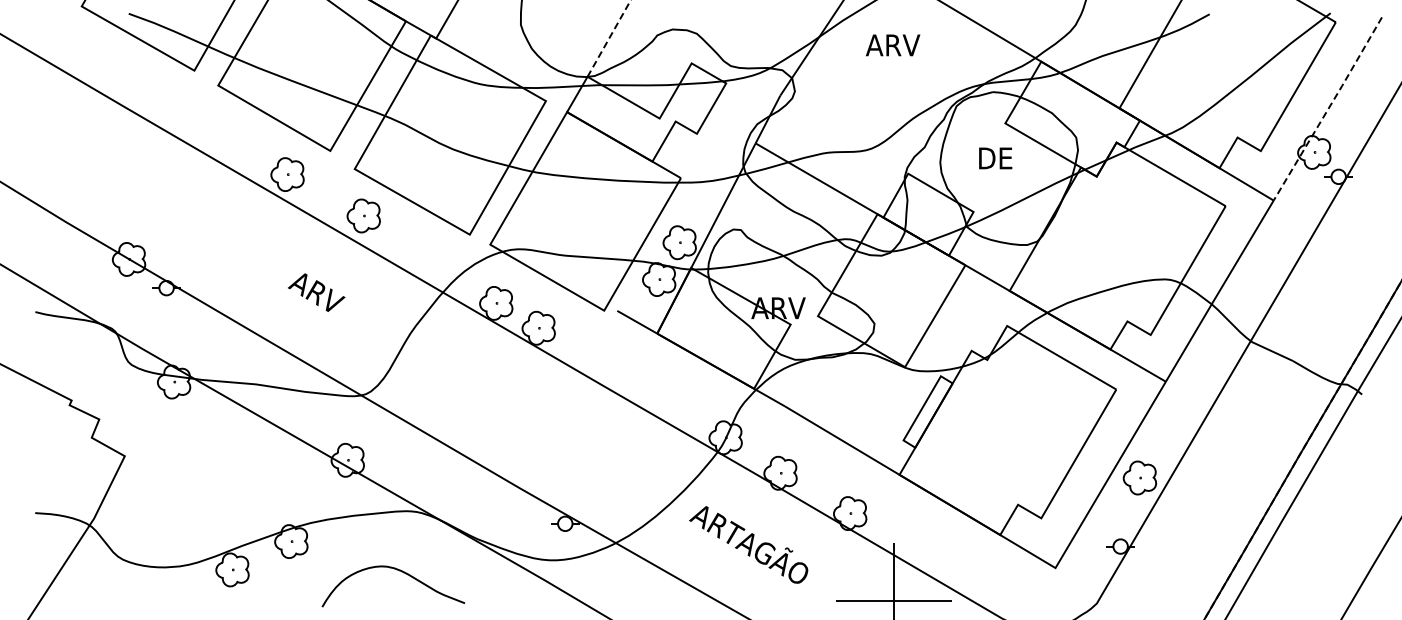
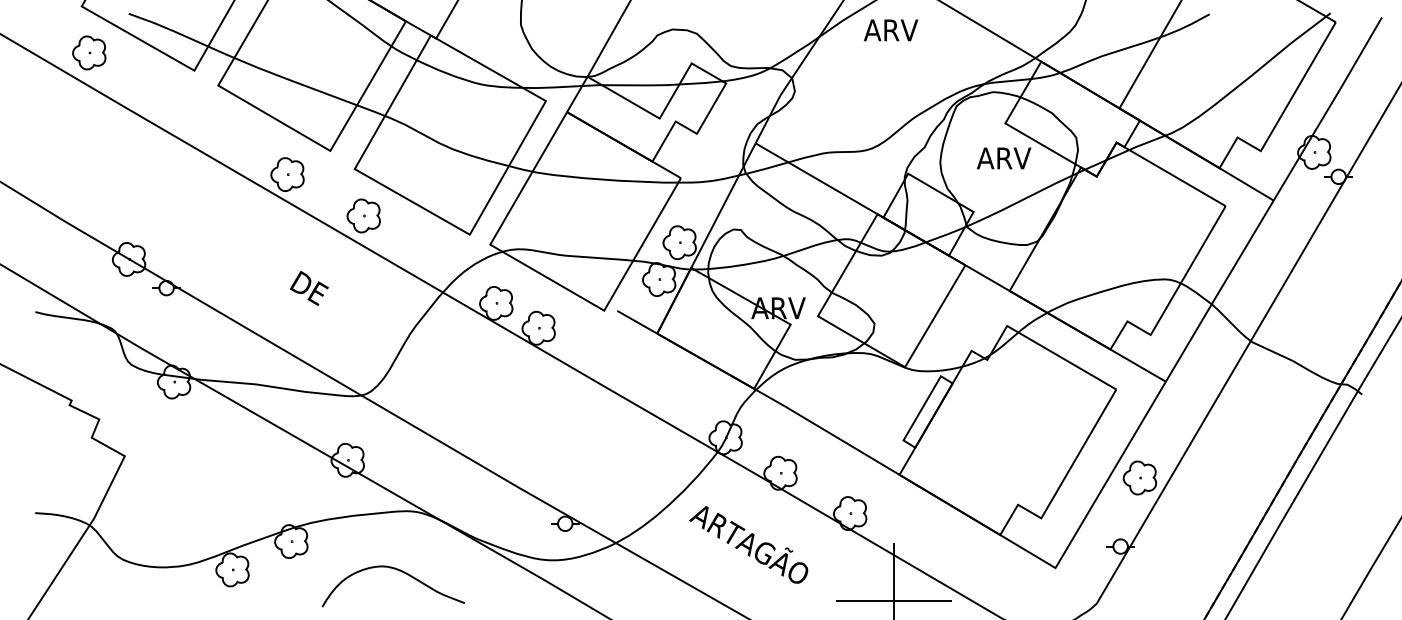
line at (609, 38): dashed -> solid
text at (893, 45) position: (893, 45) -> (891, 30)
part at (89, 52): none -> present
line at (1328, 109): dashed -> solid
text at (1004, 158): DE -> ARV
text at (316, 290): ARV -> DE
